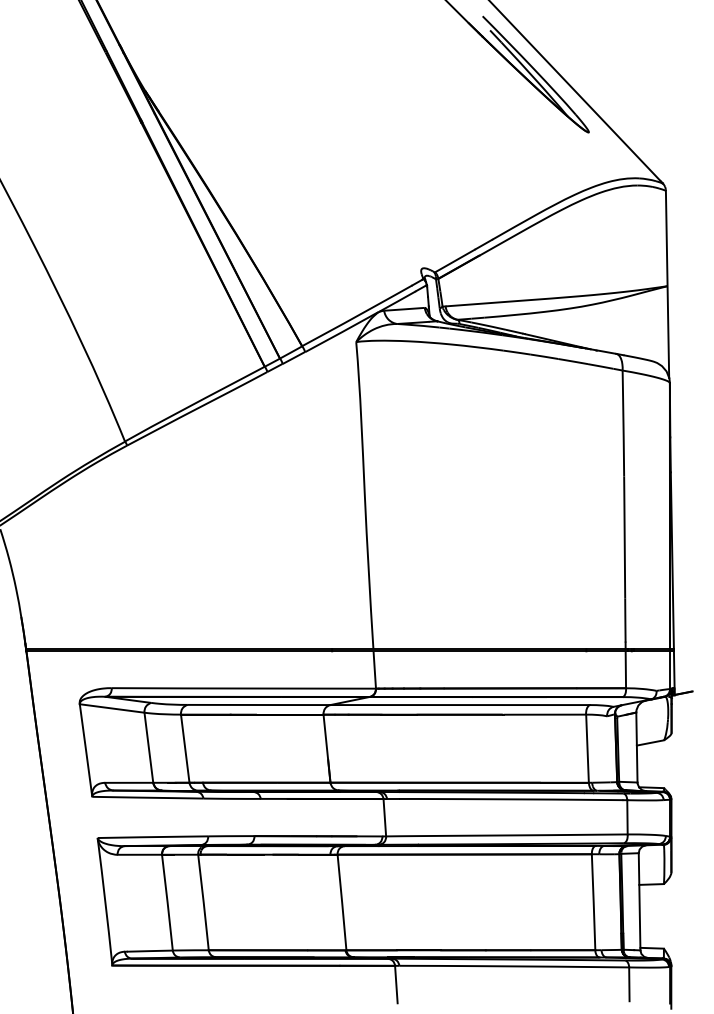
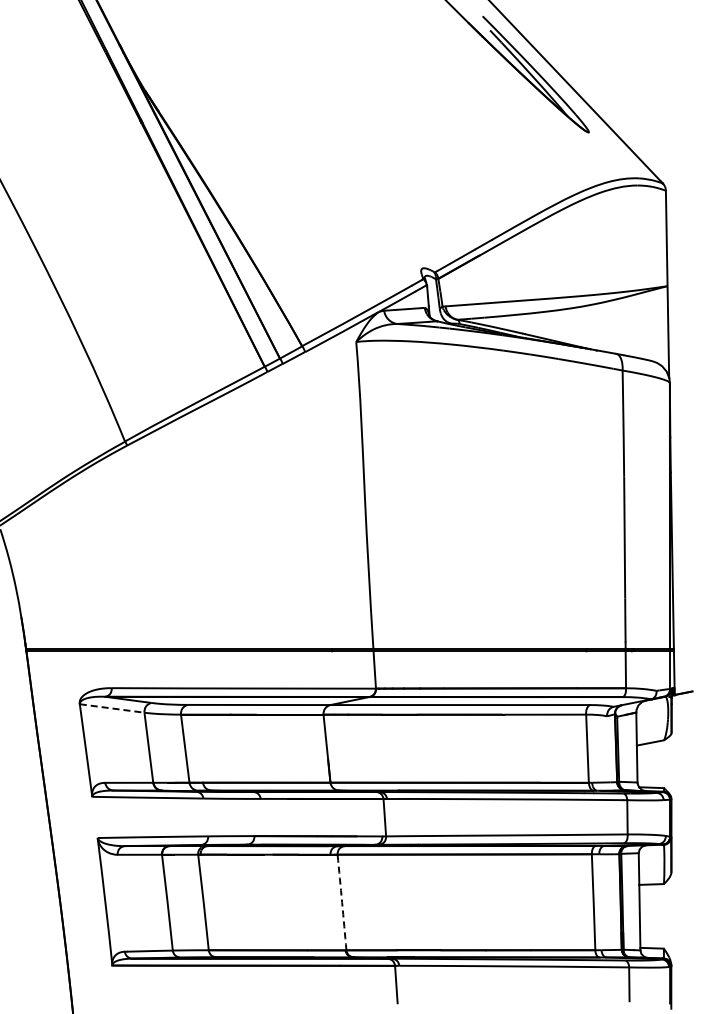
line at (112, 708): solid -> dashed
arc at (342, 902): solid -> dashed
